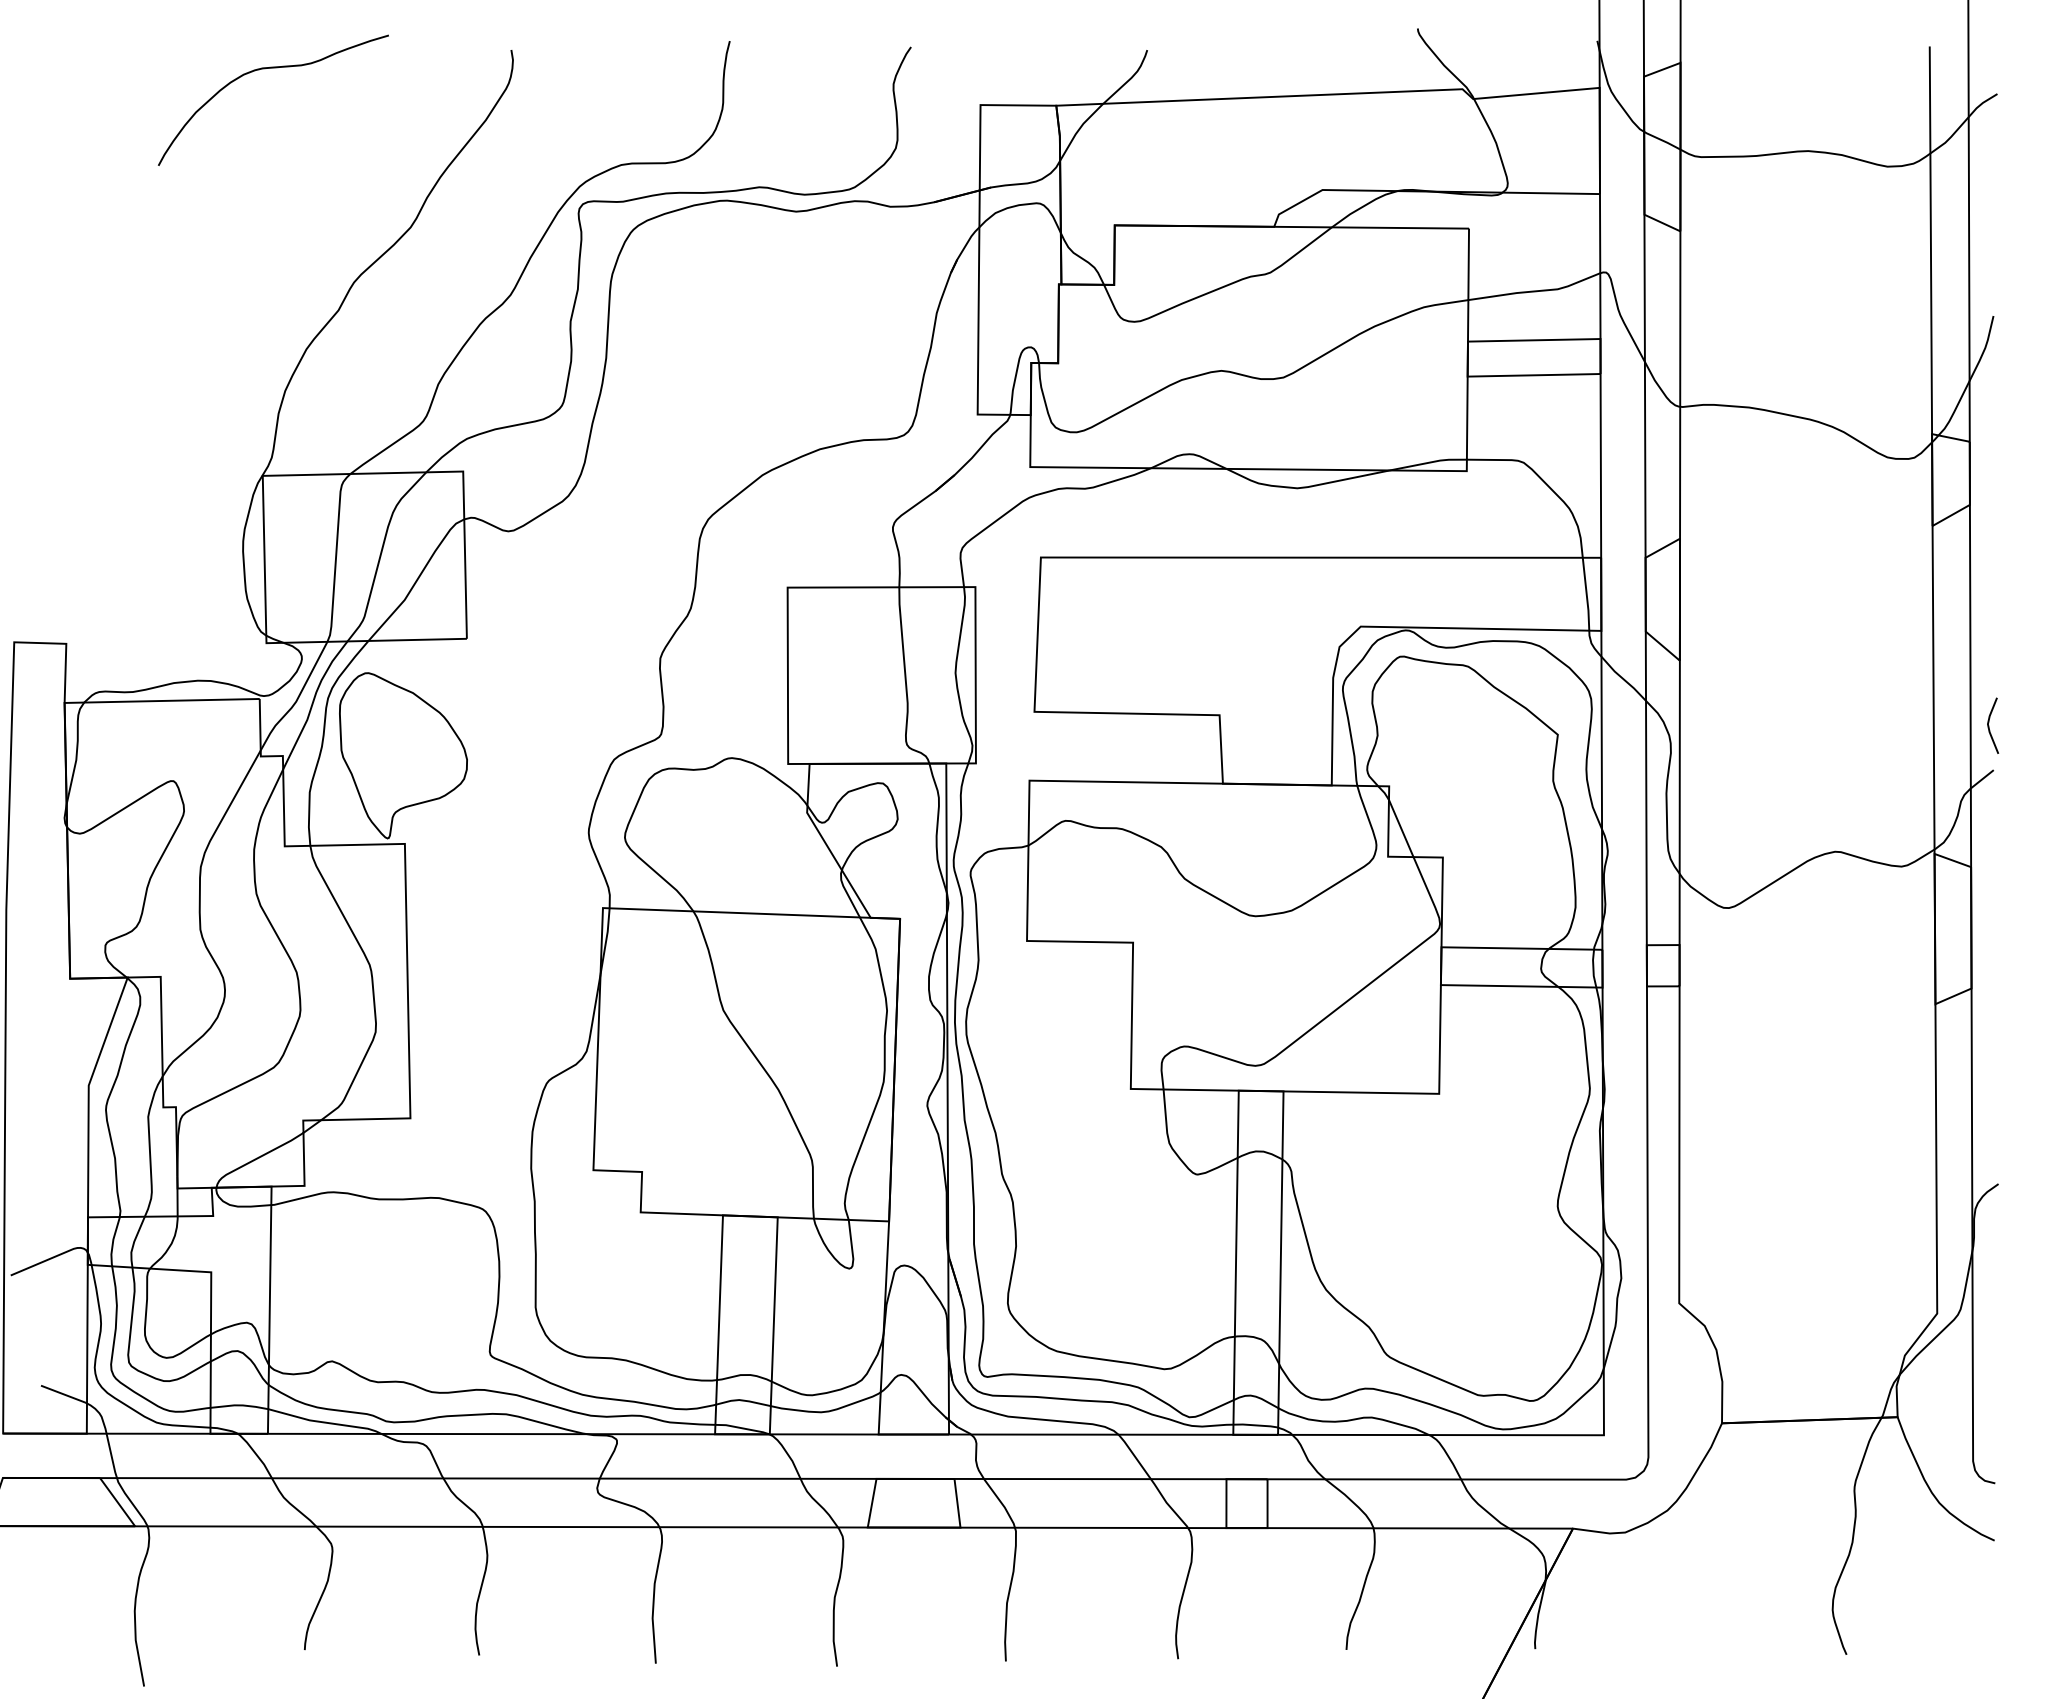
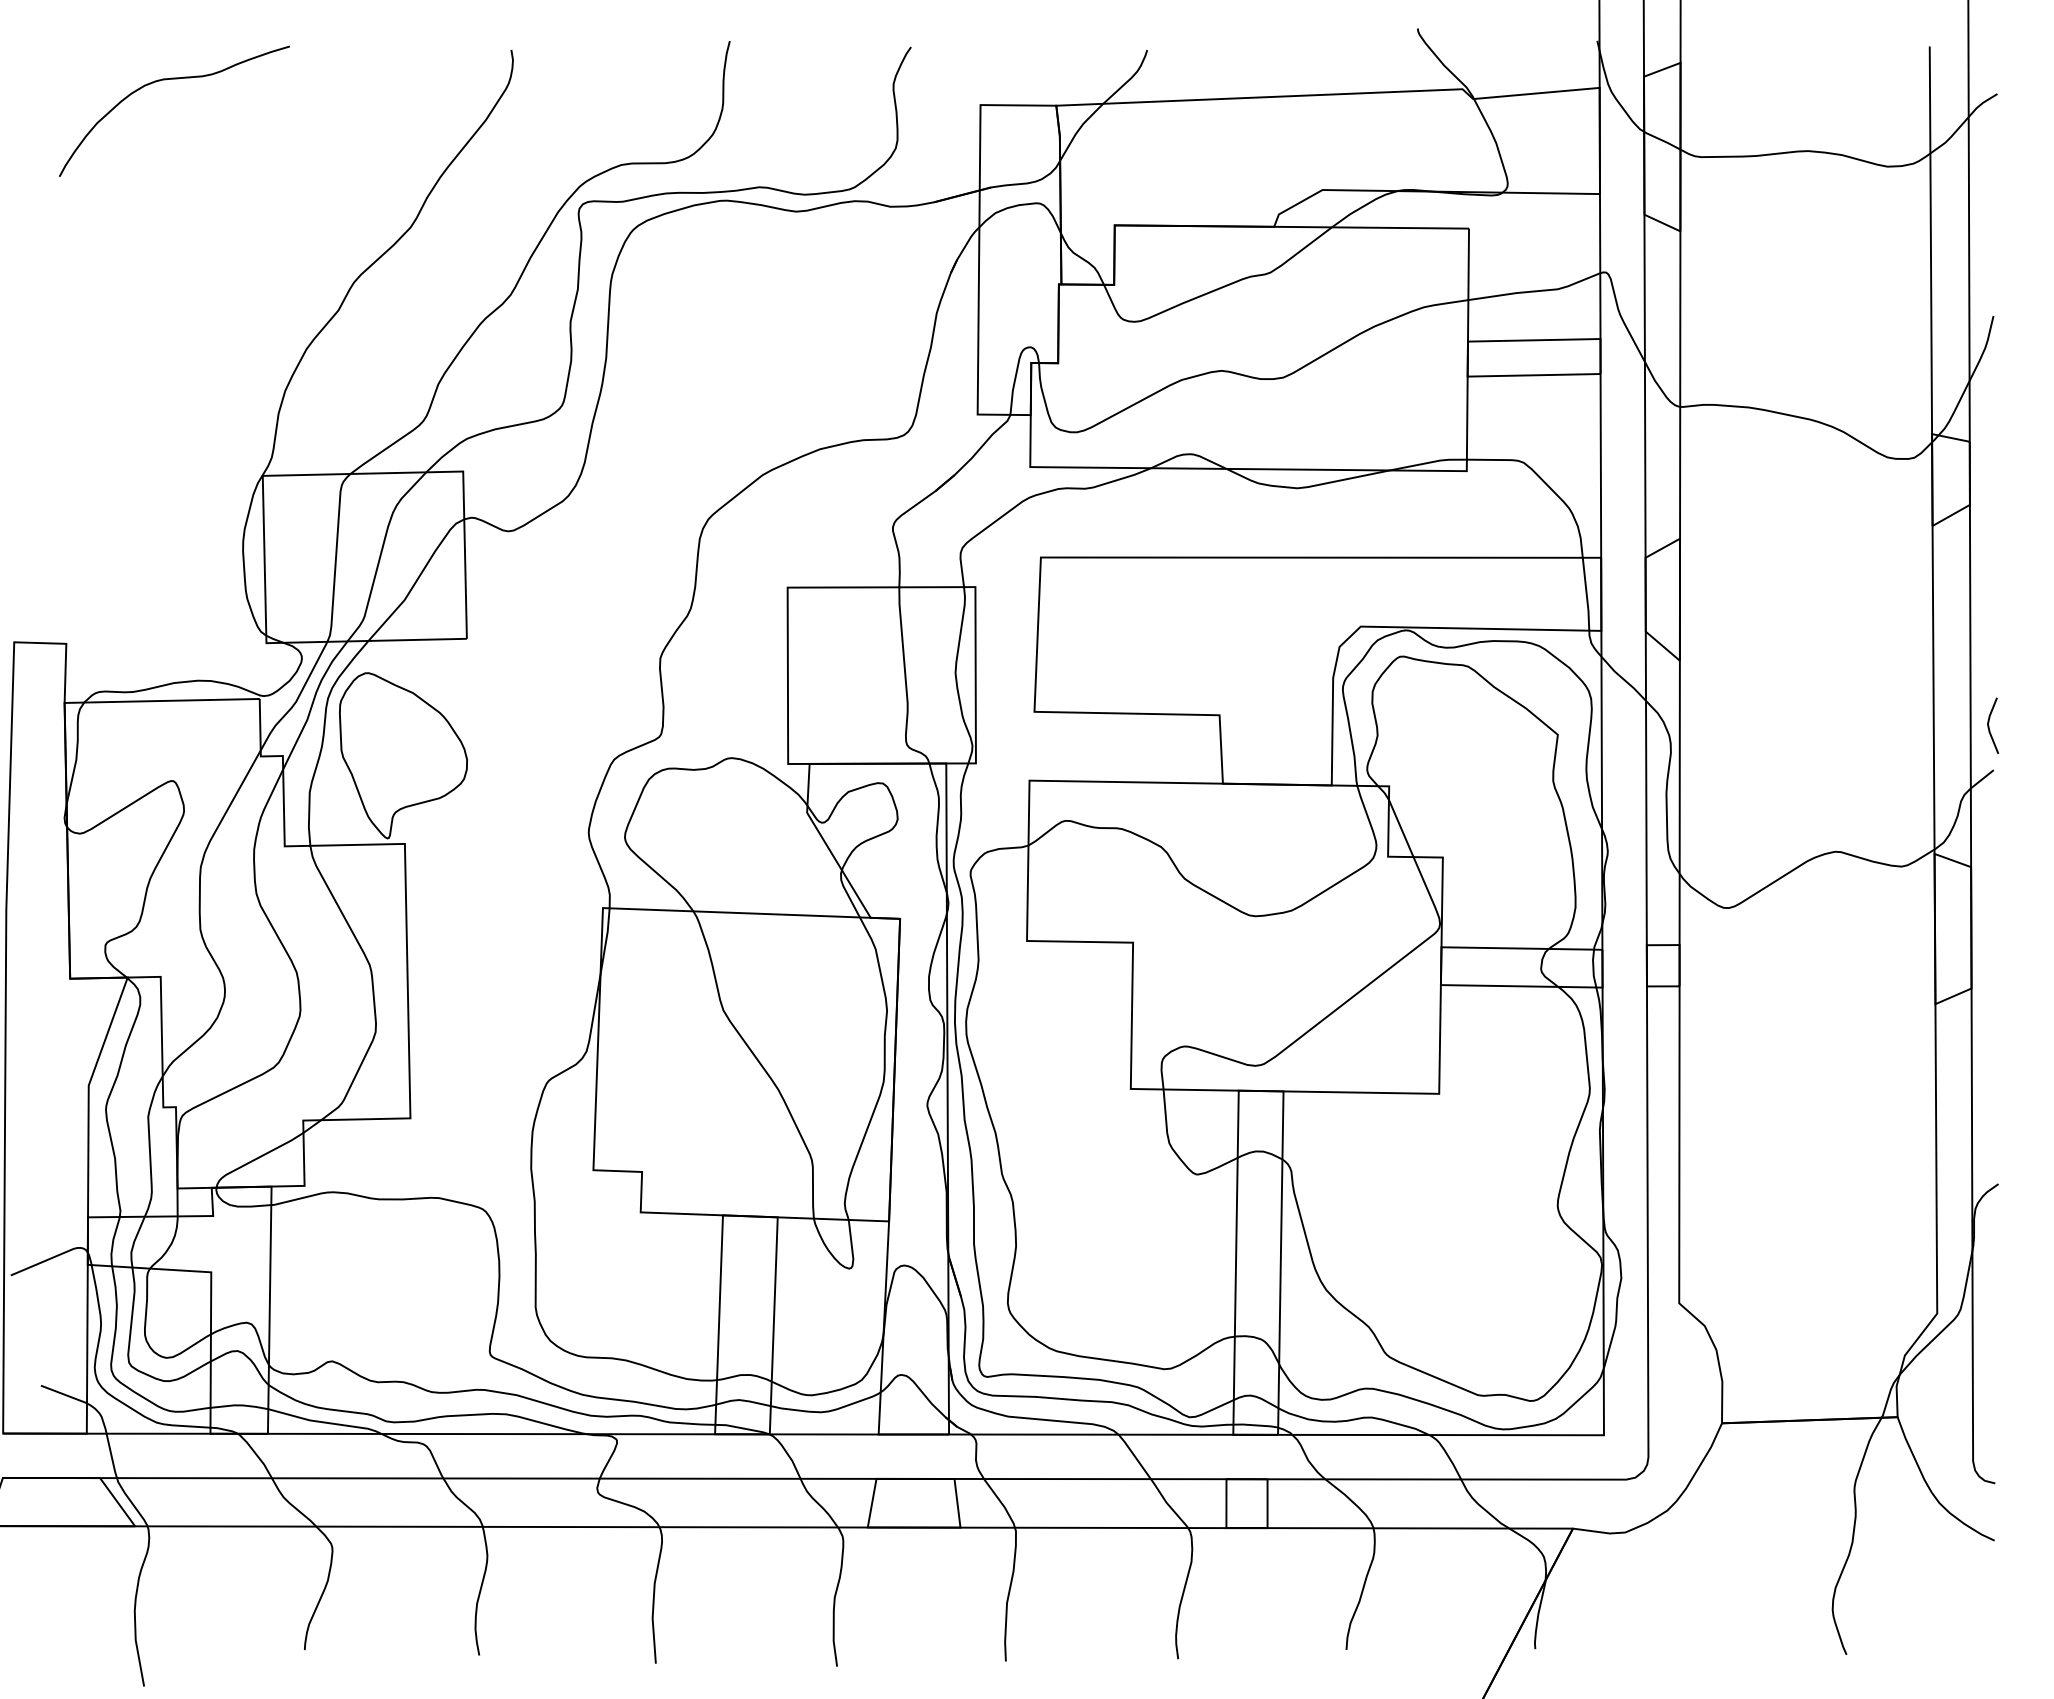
curve at (273, 68) position: (273, 68) -> (174, 79)
